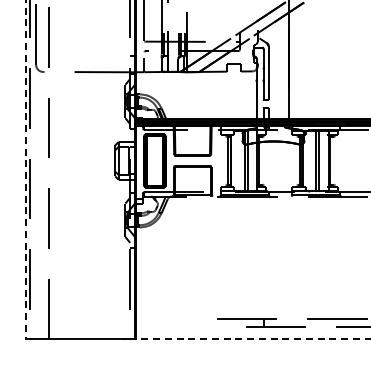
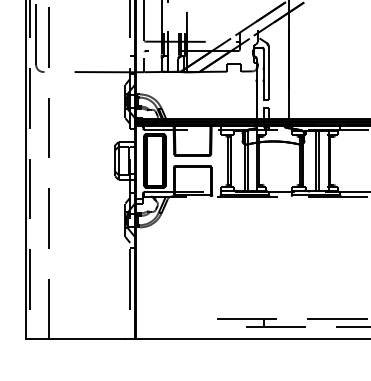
line at (25, 170): dashed -> solid
line at (252, 339): dashed -> solid
